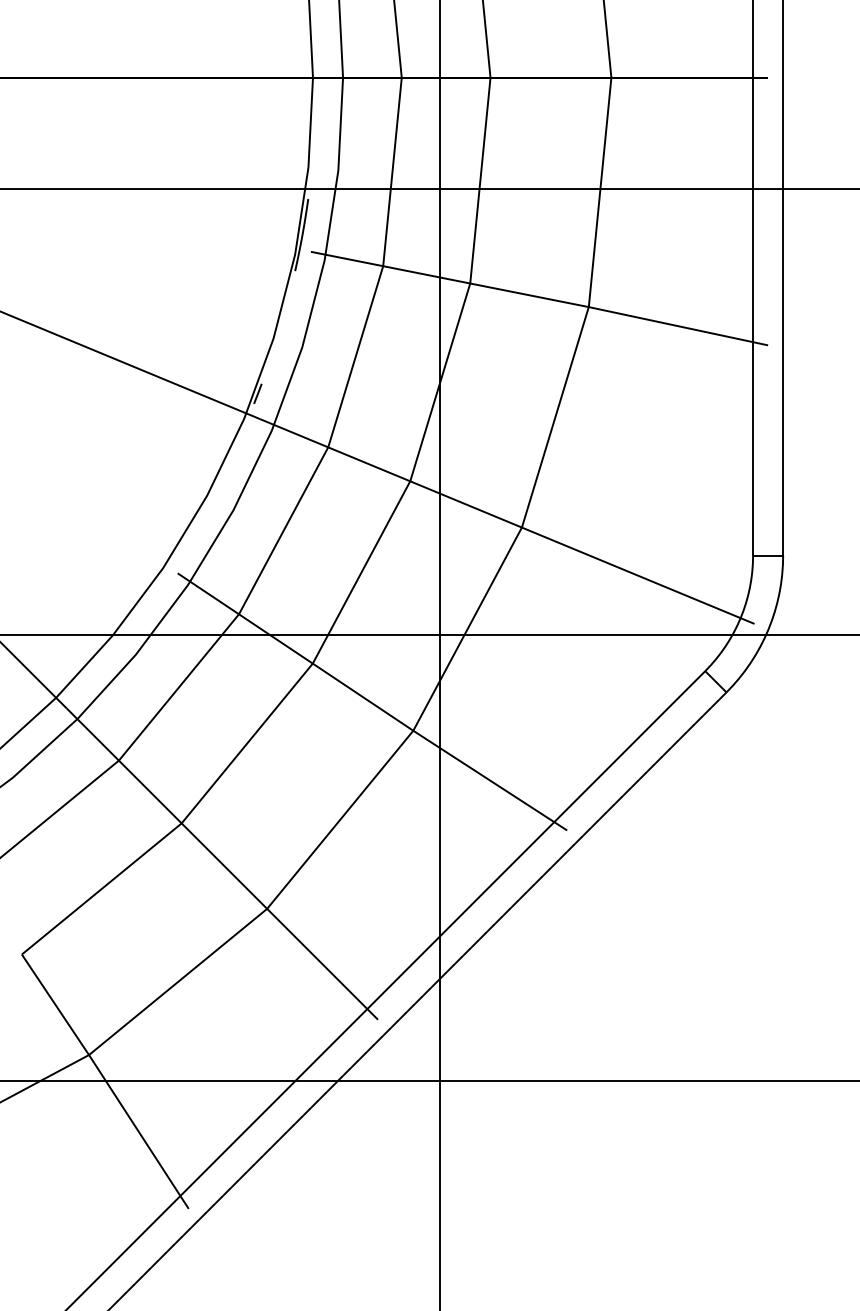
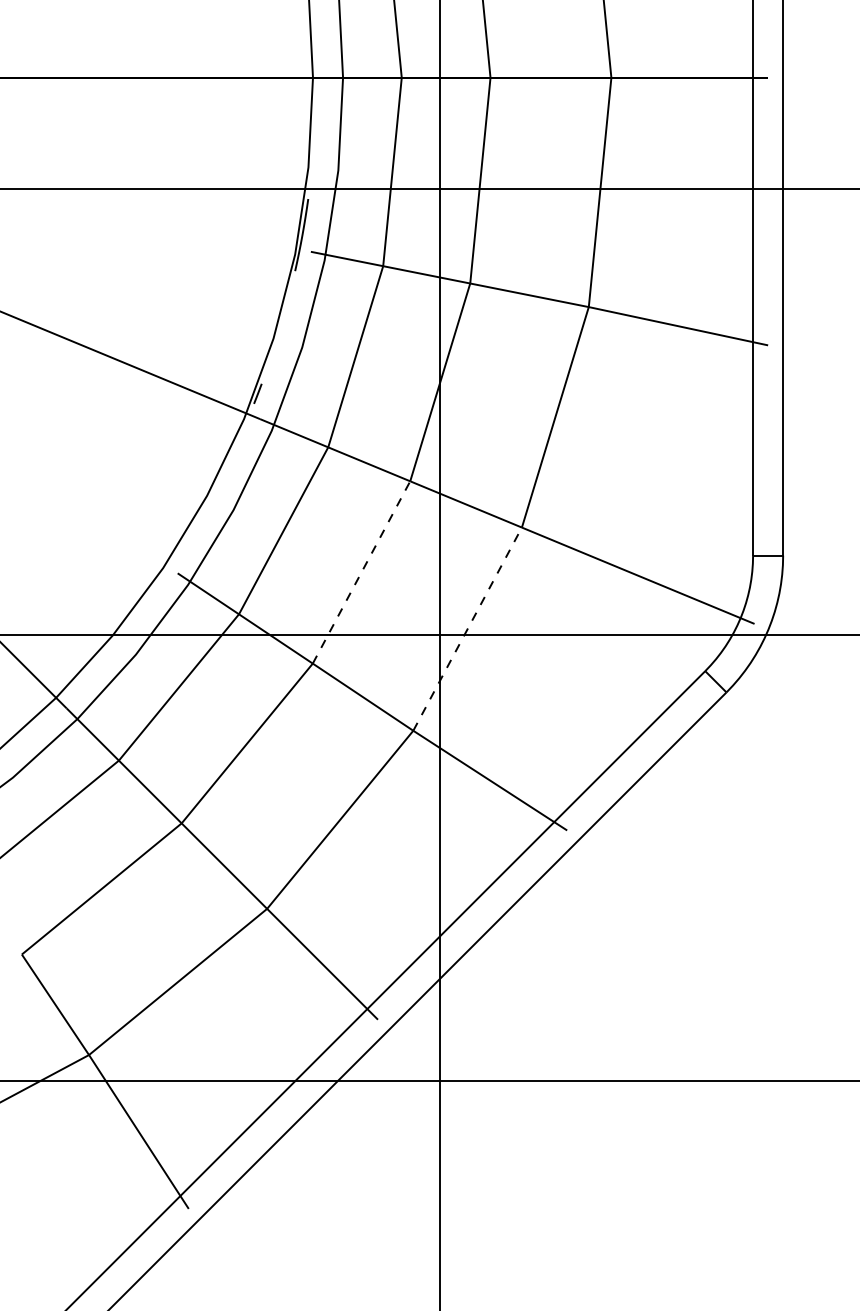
line at (361, 572): solid -> dashed
line at (467, 628): solid -> dashed
